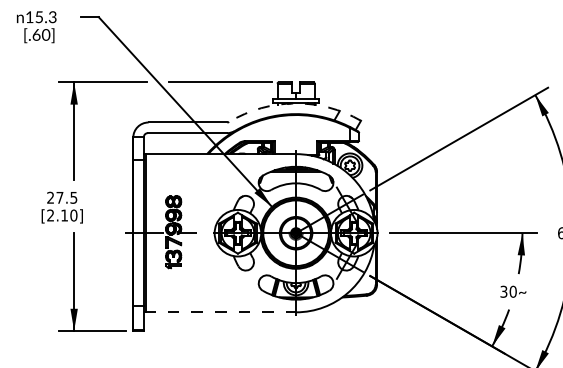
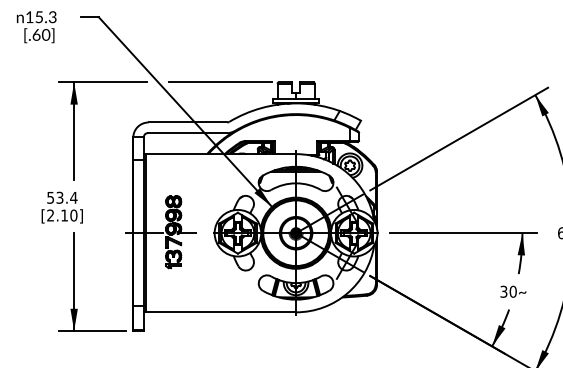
arc at (294, 103): dashed -> solid
text at (62, 197): 27.5 -> 53.4
line at (220, 312): dashed -> solid
